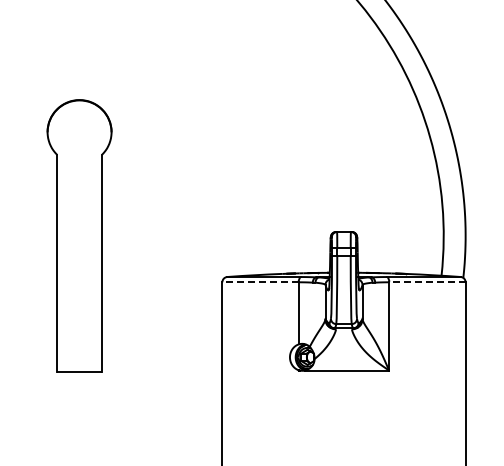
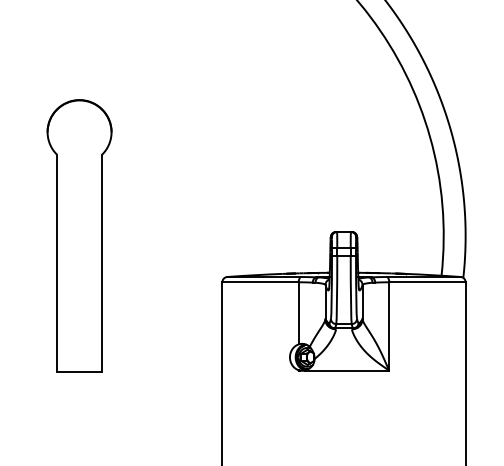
line at (260, 282): dashed -> solid
line at (426, 282): dashed -> solid
